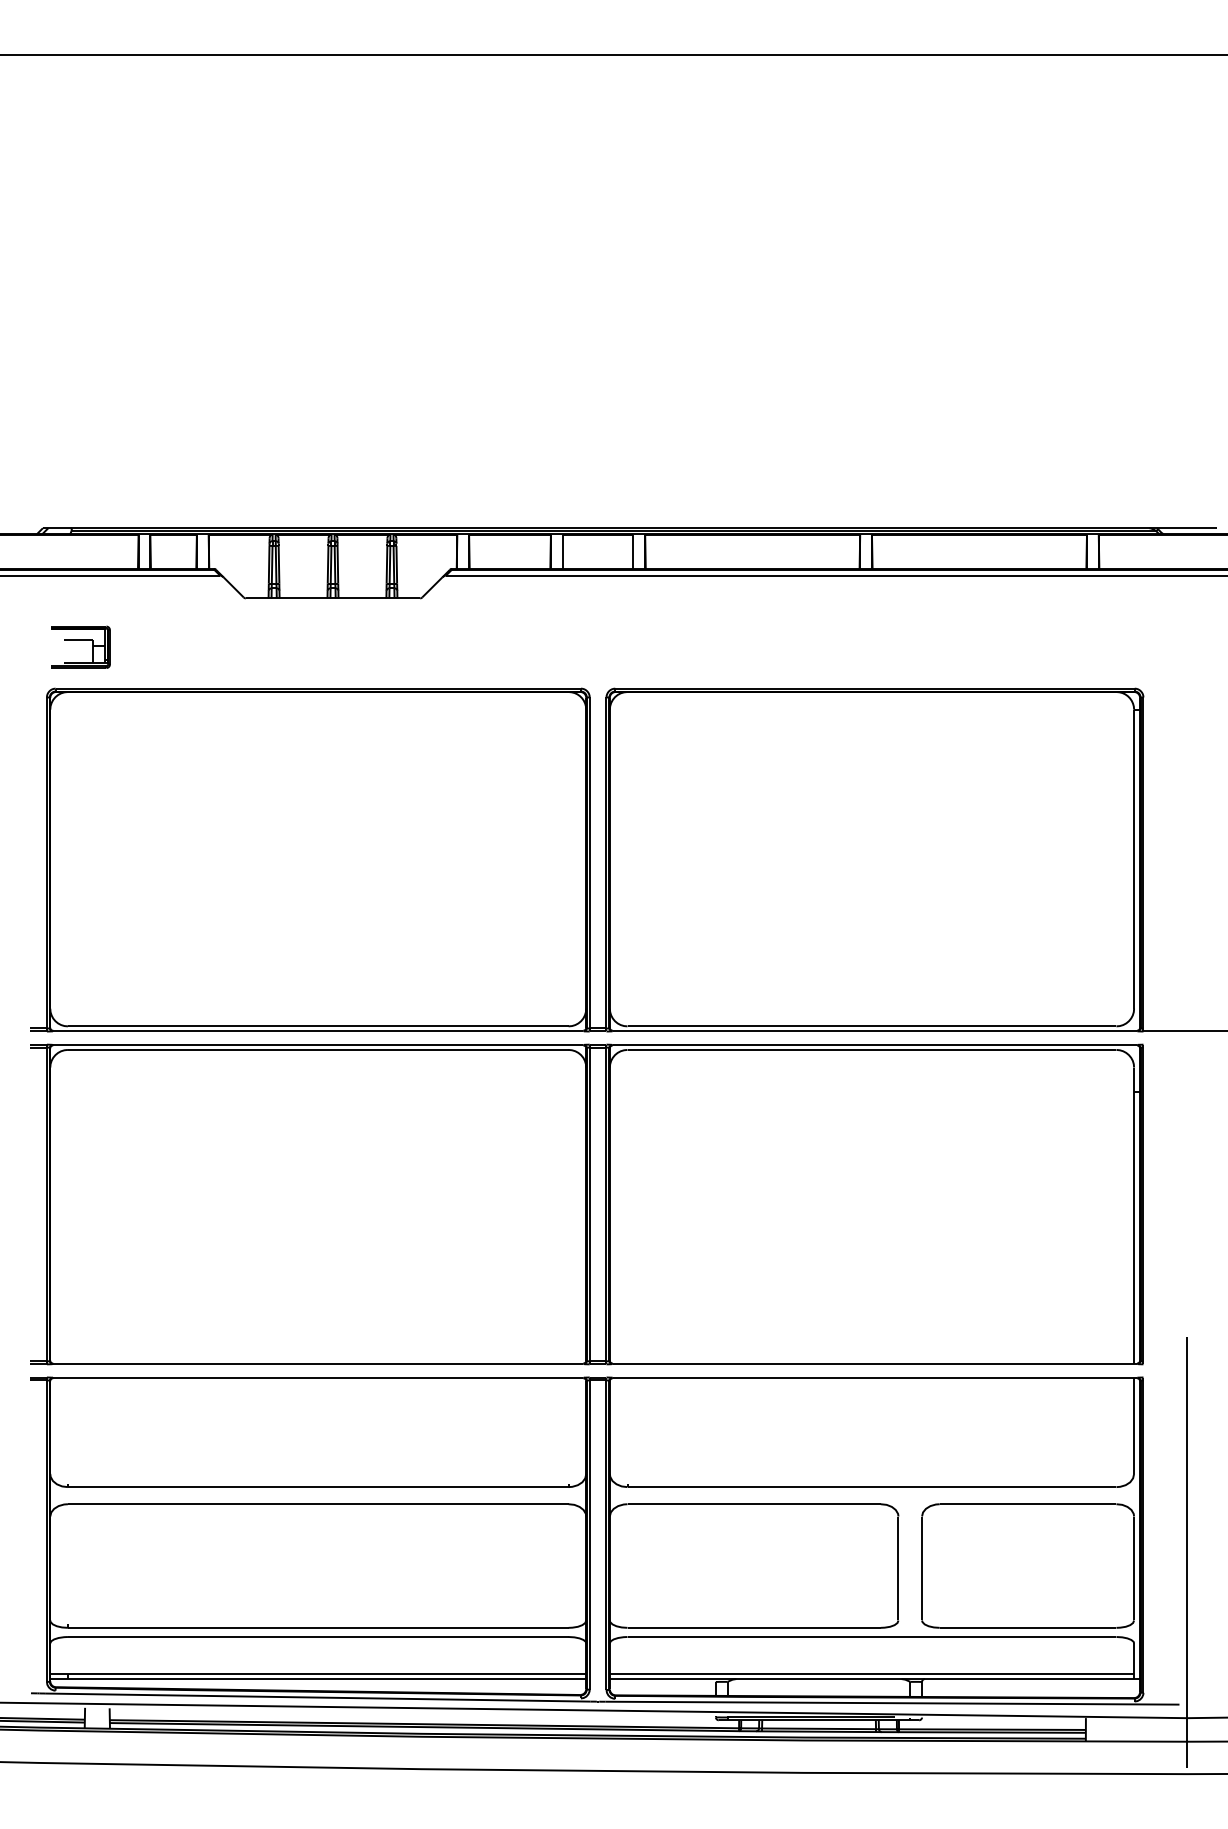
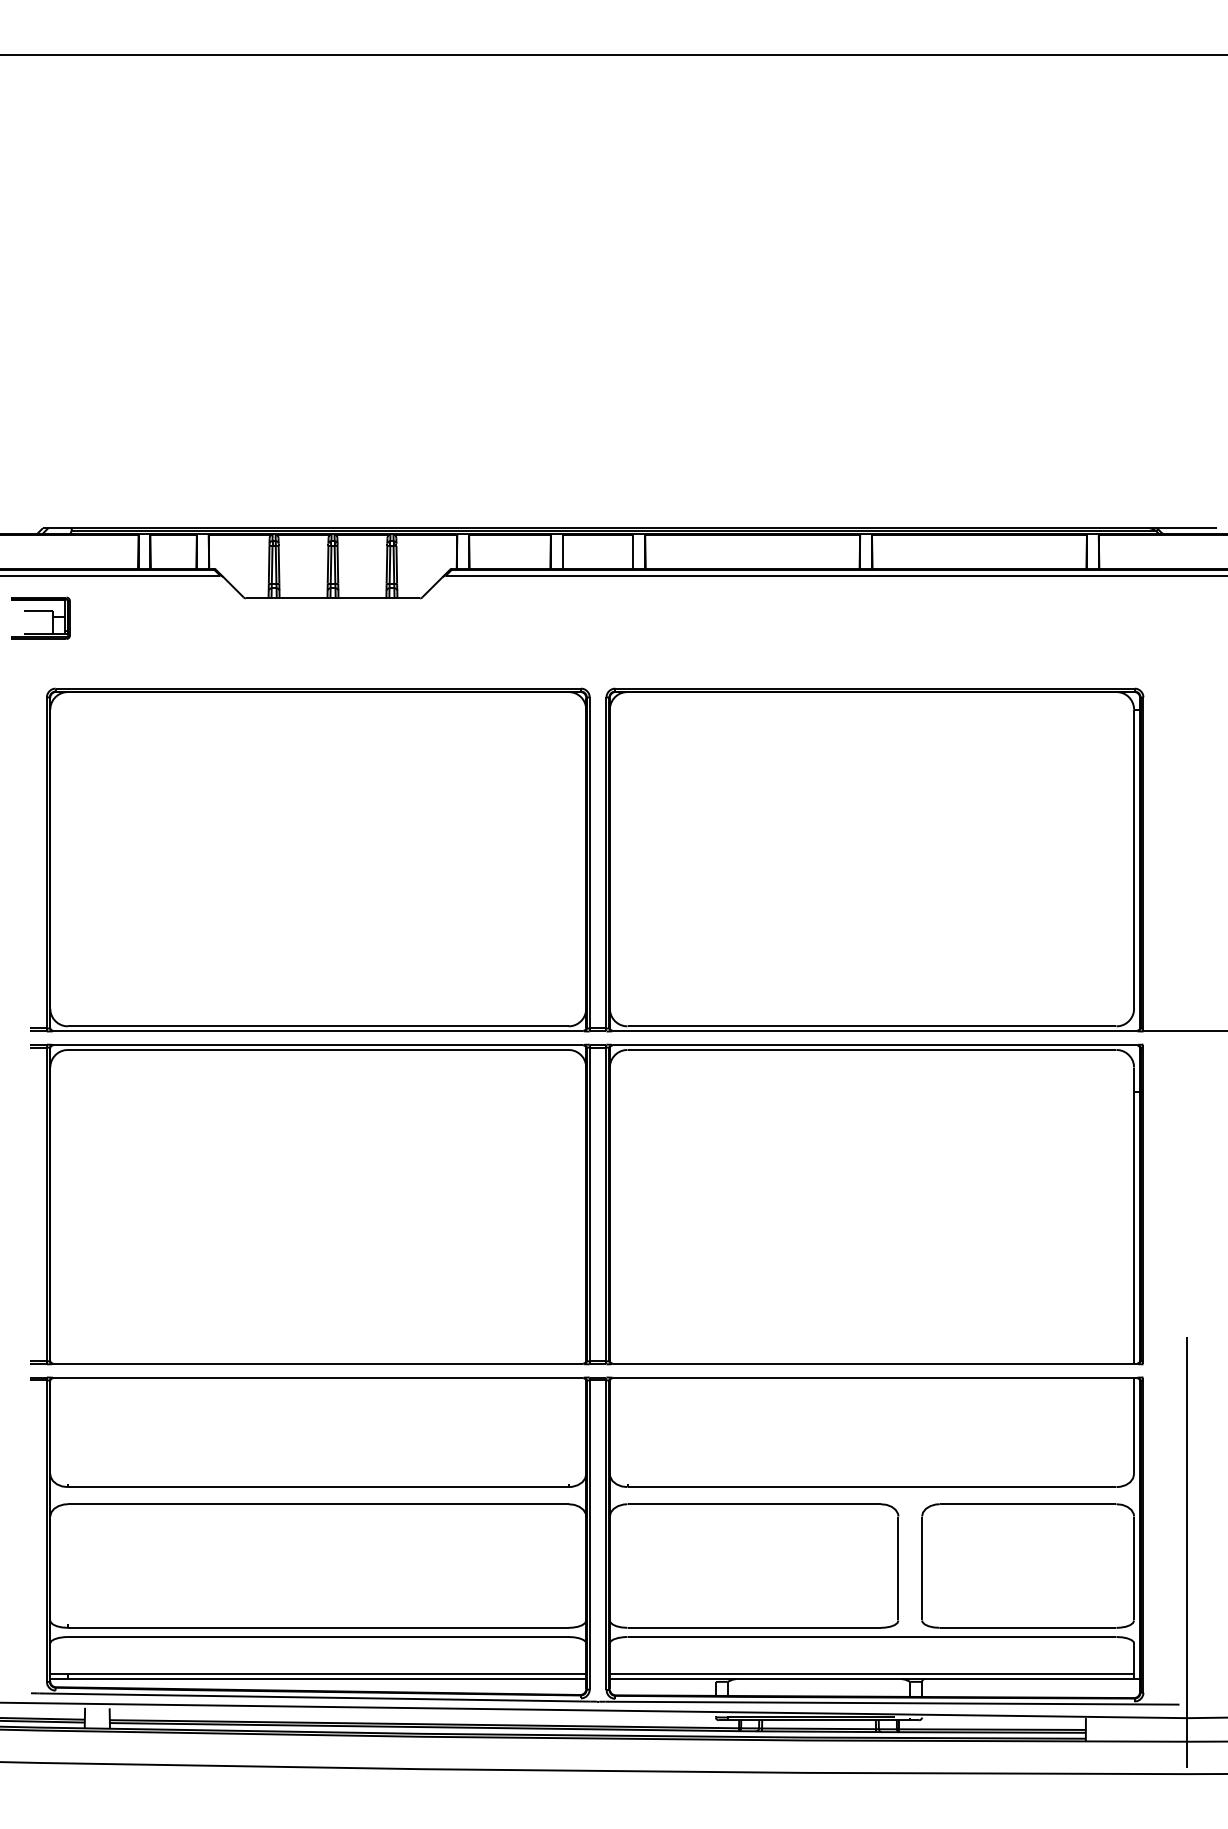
part at (80, 646) position: (80, 646) -> (40, 617)
